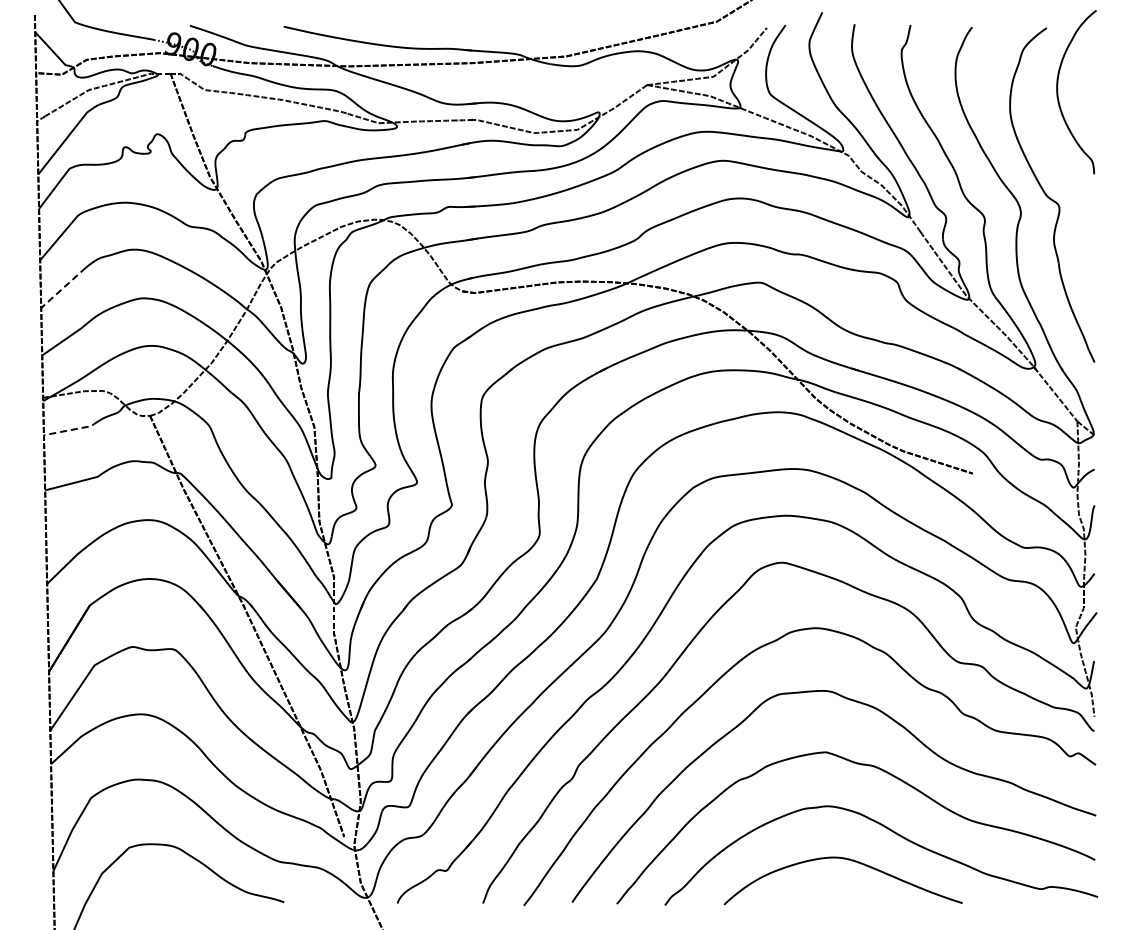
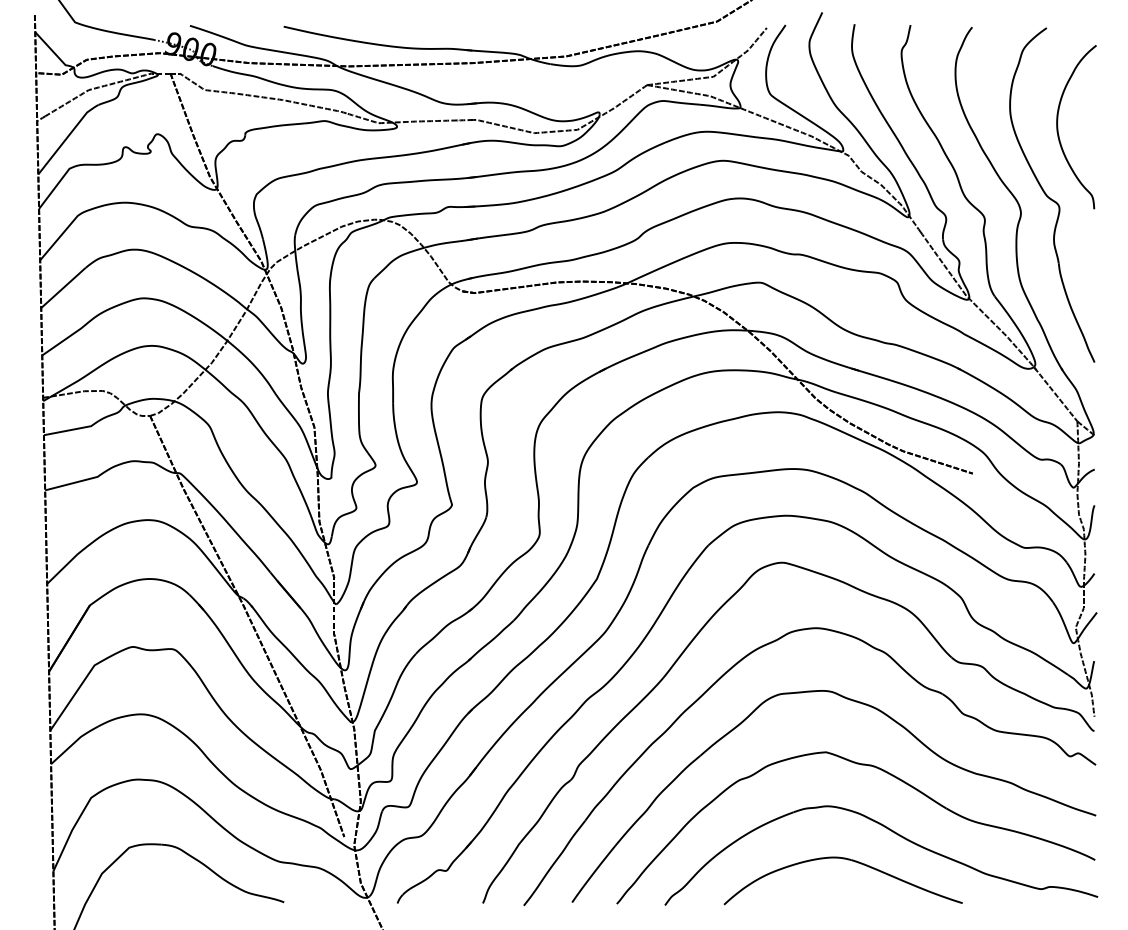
curve at (1058, 92) position: (1058, 92) -> (1058, 127)
line at (63, 287): dashed -> solid
line at (72, 429): dashed -> solid
